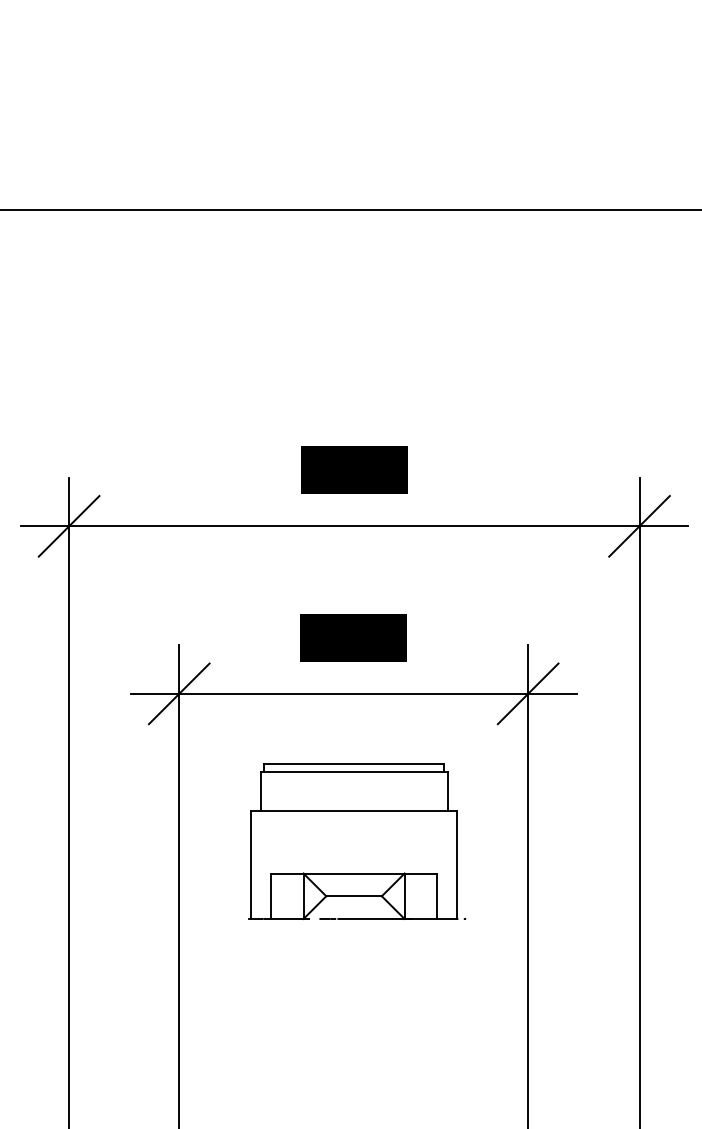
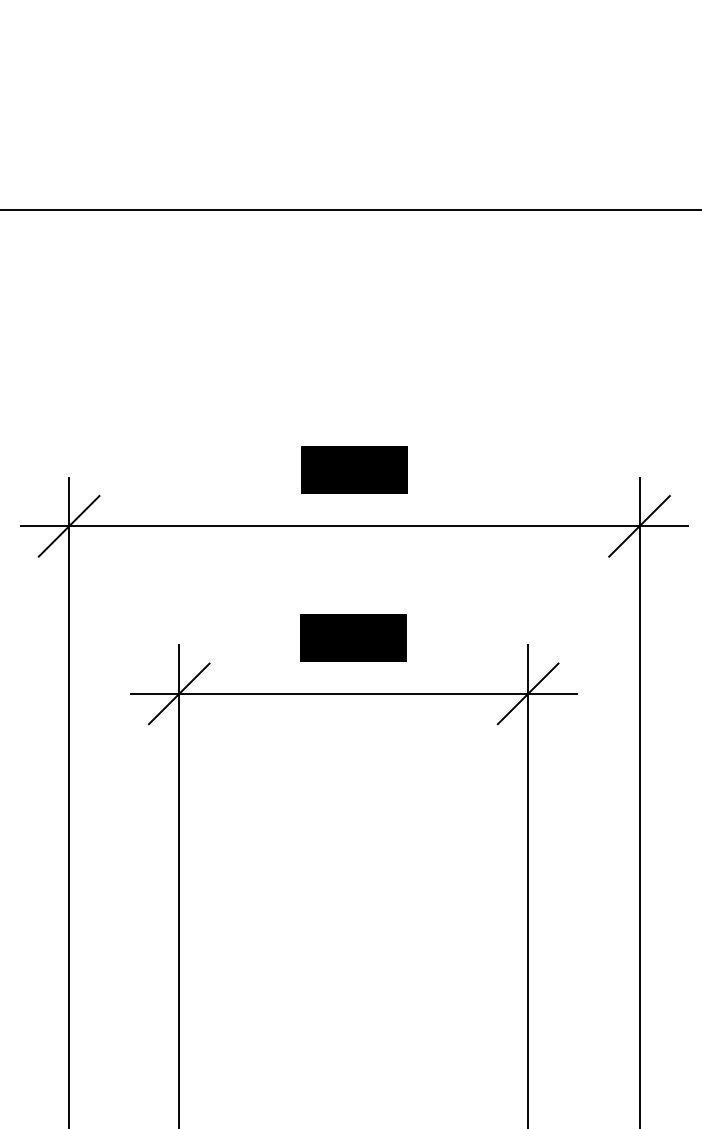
part at (357, 841): present -> none
